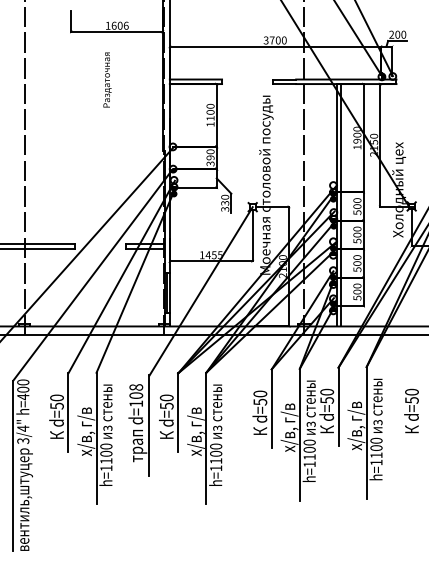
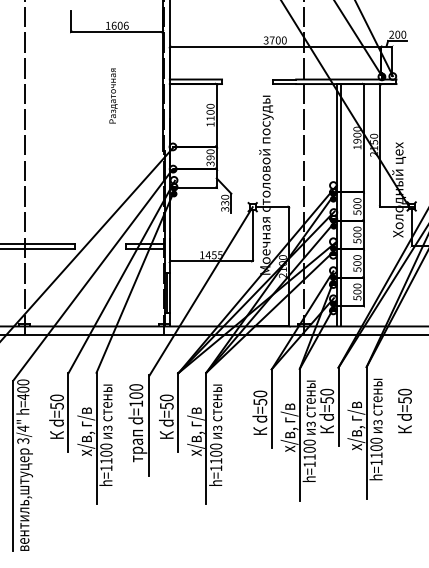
text at (107, 79) position: (107, 79) -> (113, 95)
text at (136, 387): d=108 -> d=100
text at (411, 410) position: (411, 410) -> (404, 410)
